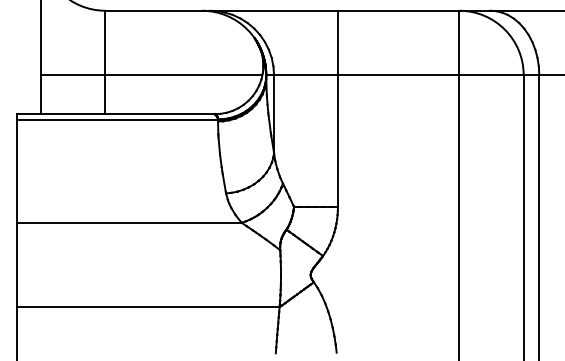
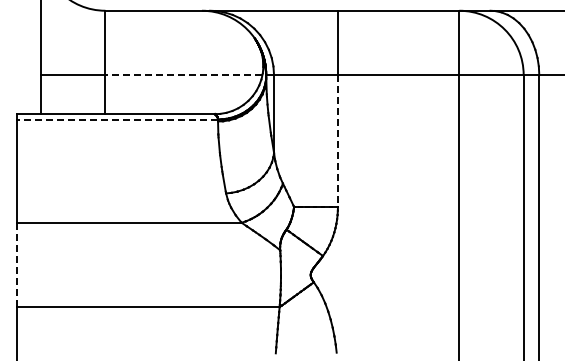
line at (183, 75): solid -> dashed
line at (117, 119): solid -> dashed
line at (337, 141): solid -> dashed
line at (16, 264): solid -> dashed
